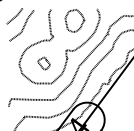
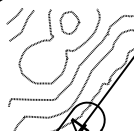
part at (74, 20) position: (74, 20) -> (69, 22)
part at (43, 63): present -> none
